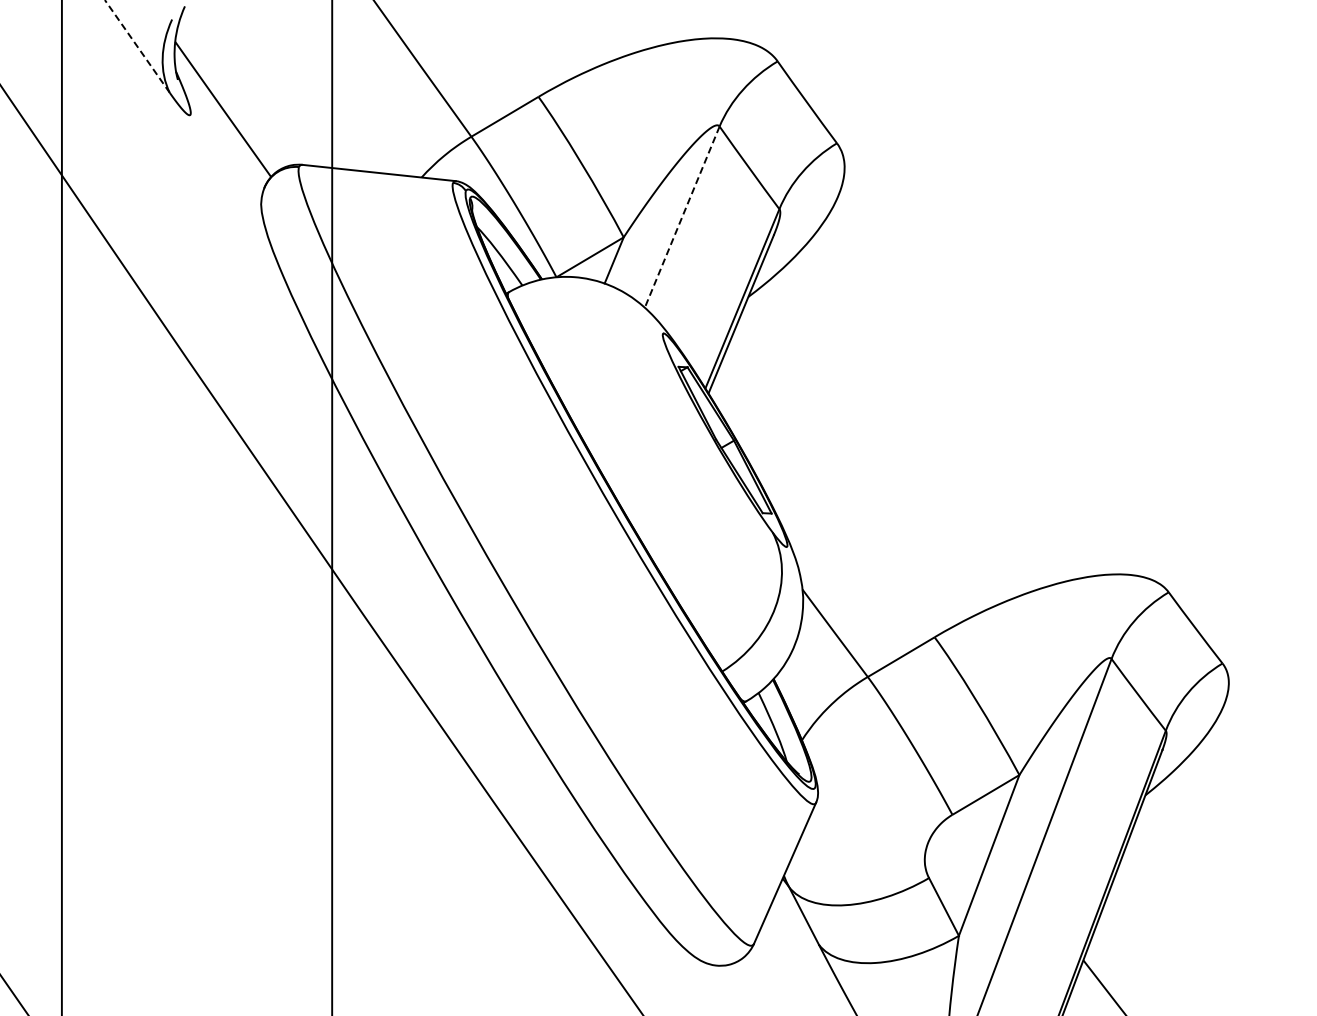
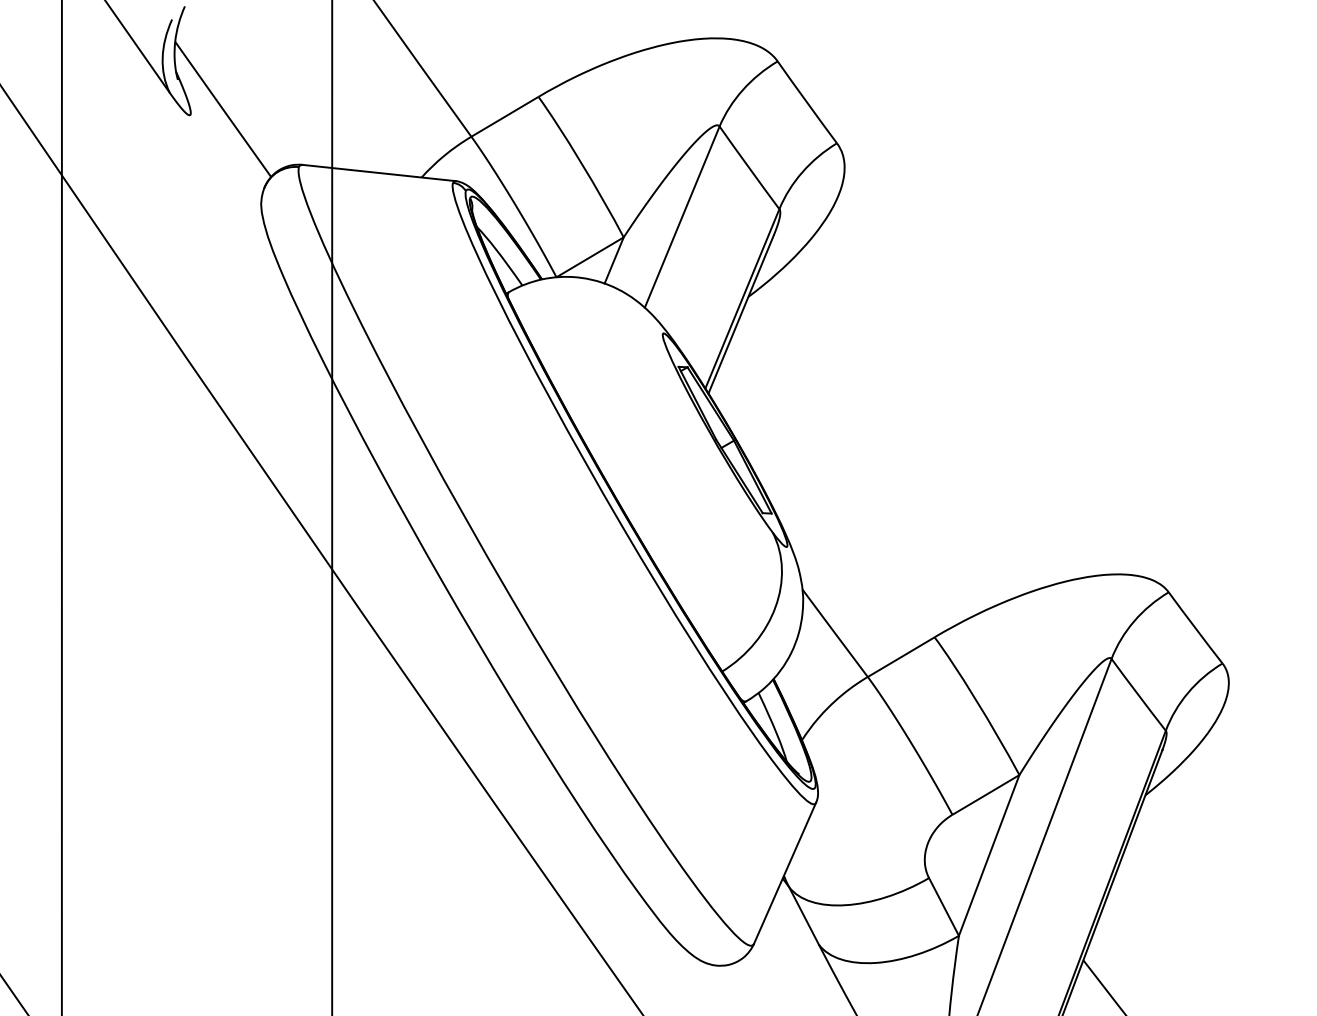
line at (137, 46): dashed -> solid
line at (682, 217): dashed -> solid
